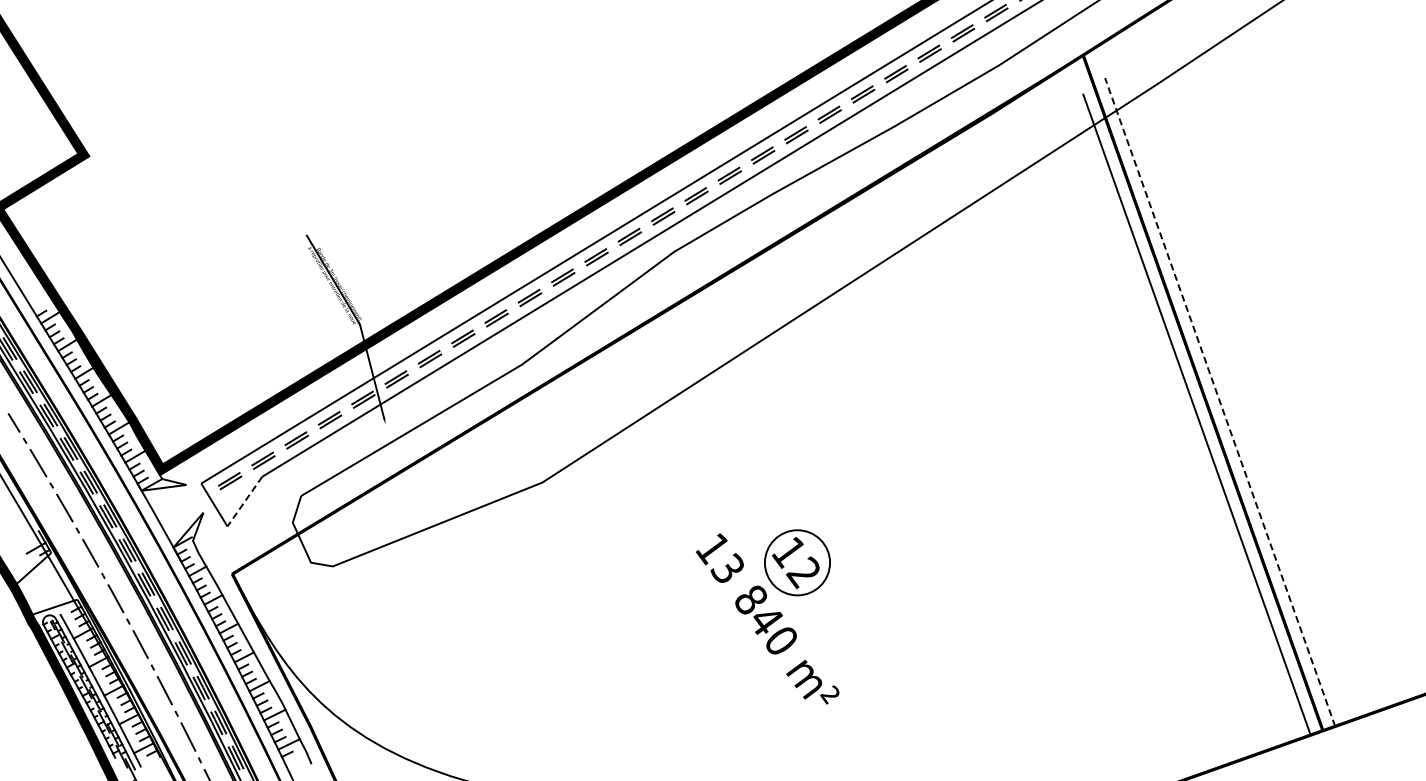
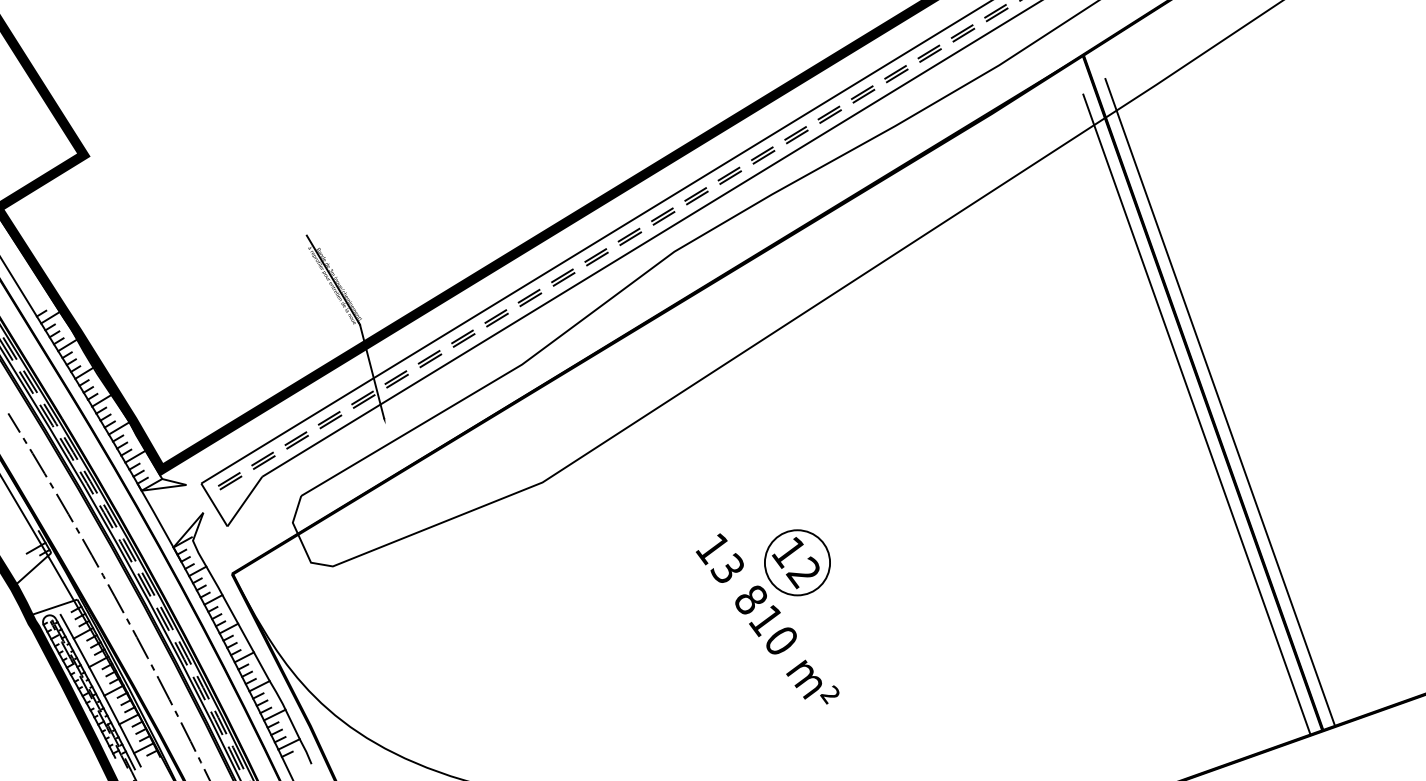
line at (1220, 402): dashed -> solid
line at (244, 502): dashed -> solid
text at (766, 621): 840 -> 810
